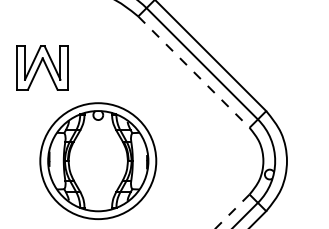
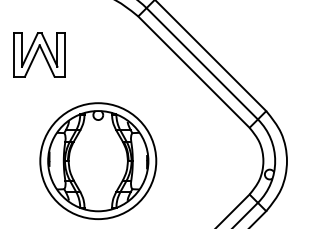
part at (42, 67) position: (42, 67) -> (39, 54)
line at (193, 72): dashed -> solid
line at (232, 211): dashed -> solid
